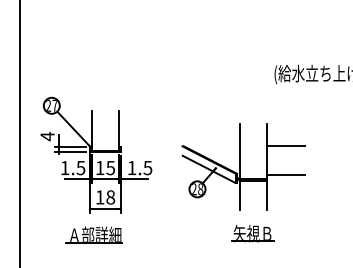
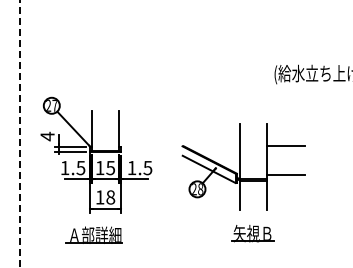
line at (19, 133): solid -> dashed
